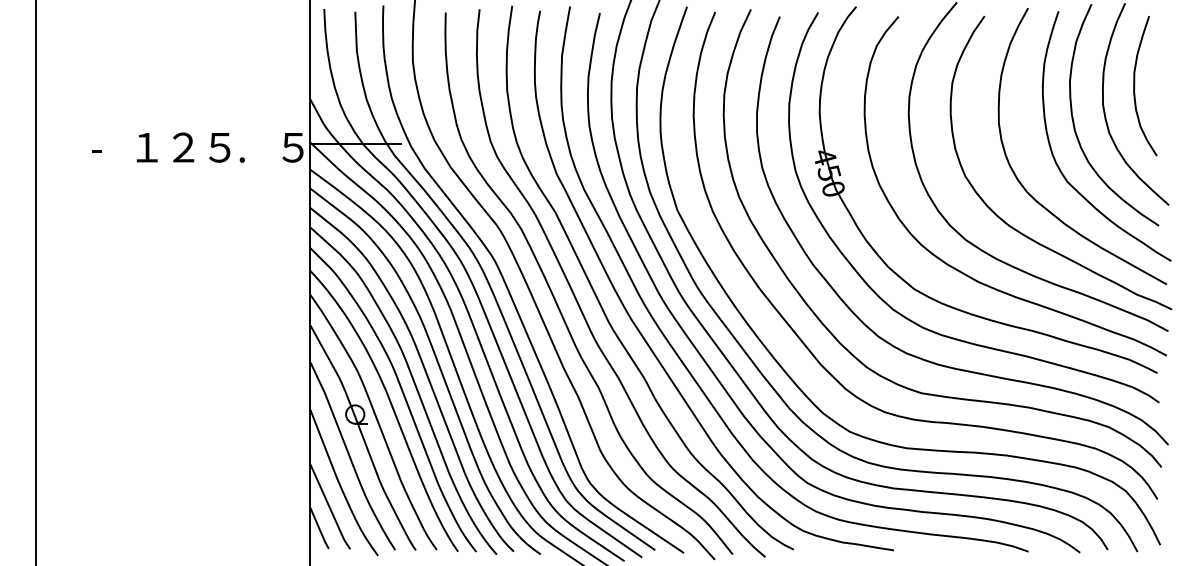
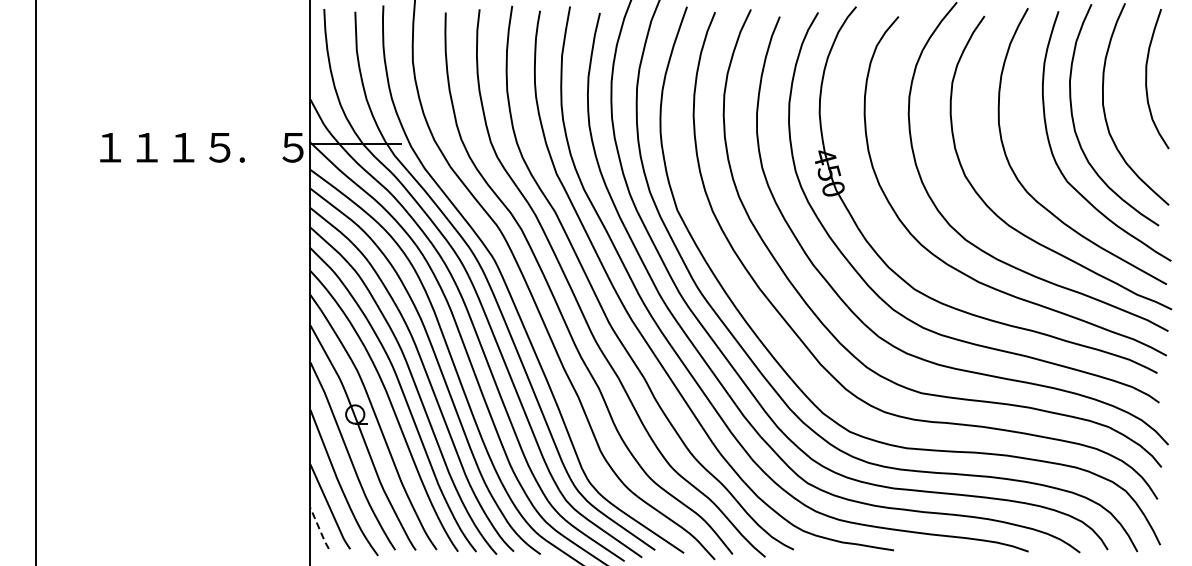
curve at (1135, 86) position: (1135, 86) -> (1147, 79)
text at (183, 146): ２ -> １
text at (106, 147): - -> １
line at (319, 528): solid -> dashed
